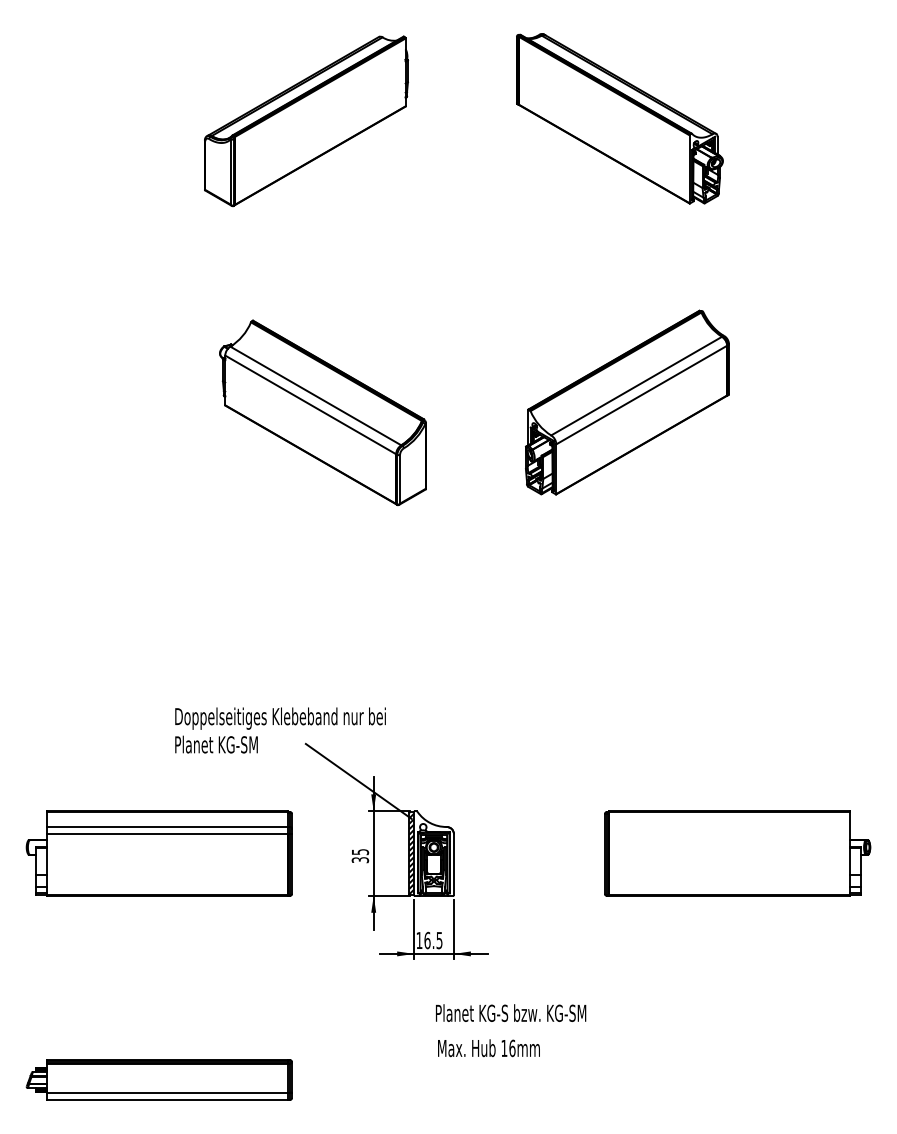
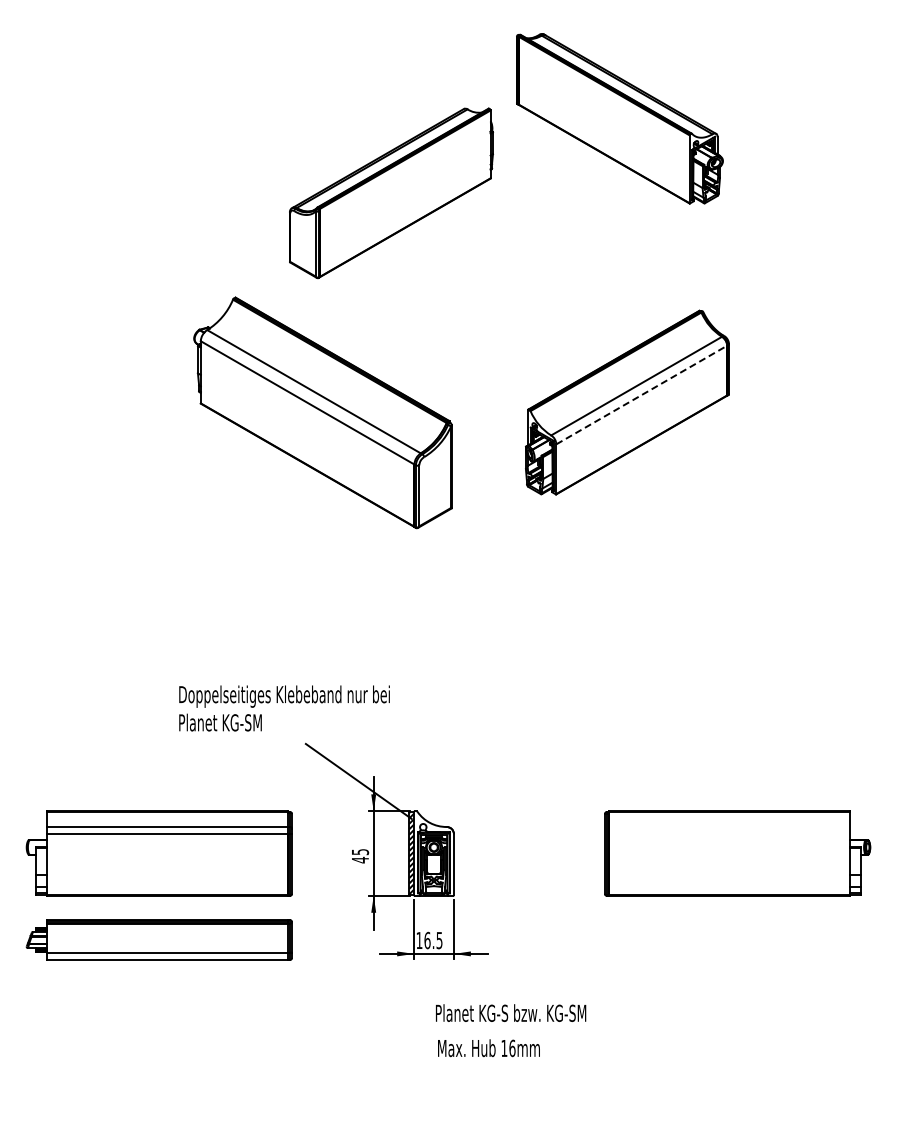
part at (306, 121) position: (306, 121) -> (391, 193)
line at (641, 395): solid -> dashed
part at (322, 412) size: 208x188 px -> 260x234 px
text at (280, 730) position: (280, 730) -> (284, 708)
text at (360, 859): 35 -> 45
part at (158, 1079) position: (158, 1079) -> (158, 939)
